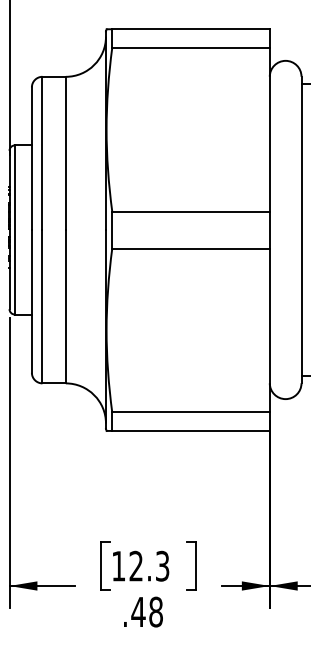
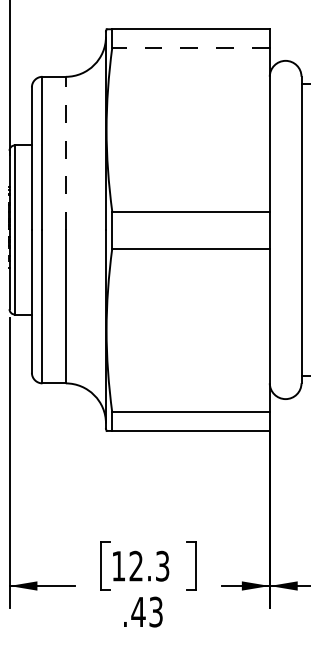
line at (191, 47): solid -> dashed
line at (65, 153): solid -> dashed
text at (155, 611): .48 -> .43
